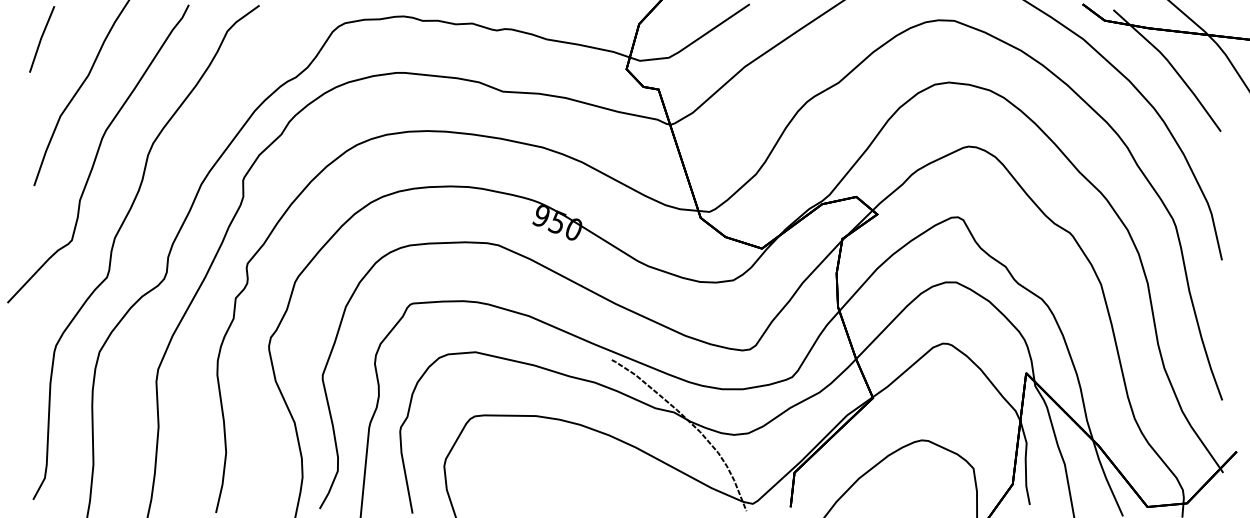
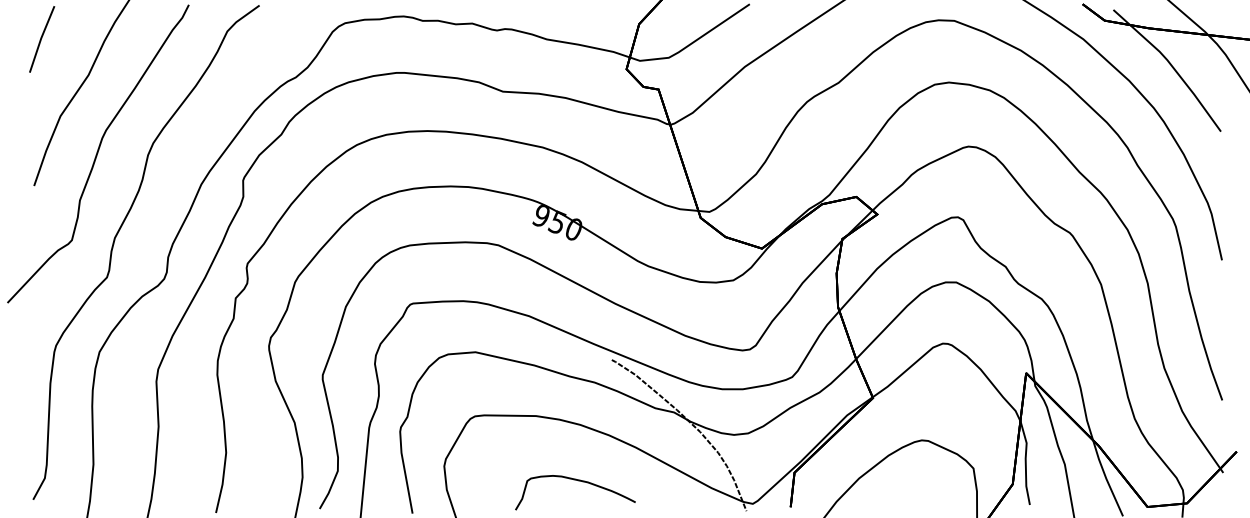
curve at (578, 481): none -> present
